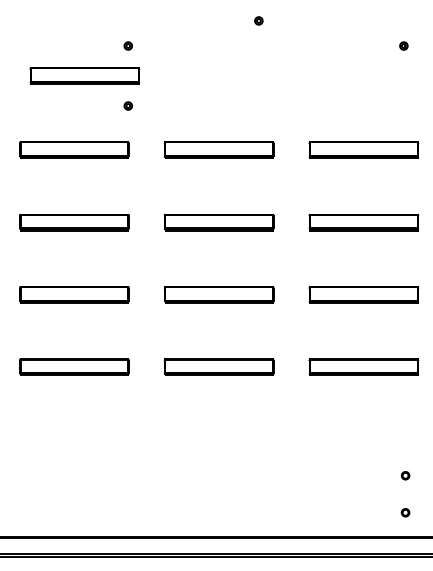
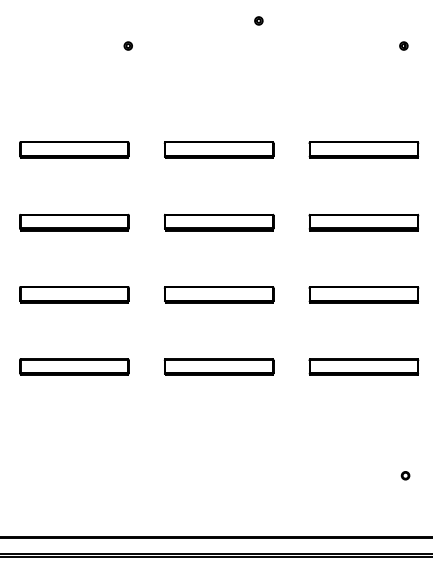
part at (84, 75): present -> none
part at (127, 105): present -> none
part at (405, 512): present -> none
